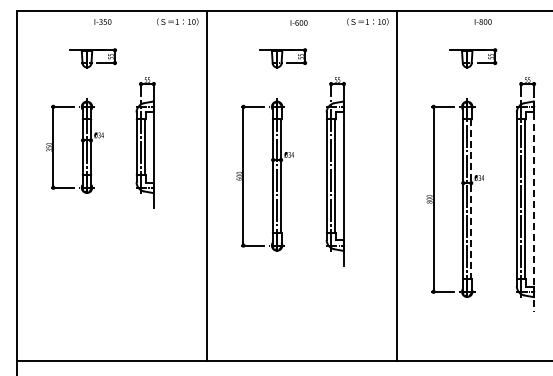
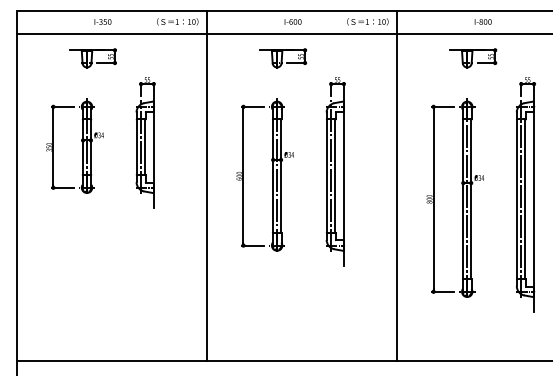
text at (298, 22) position: (298, 22) -> (292, 21)
line at (282, 34): none -> present
line at (471, 199): dashed -> solid
line at (534, 201): dashed -> solid
